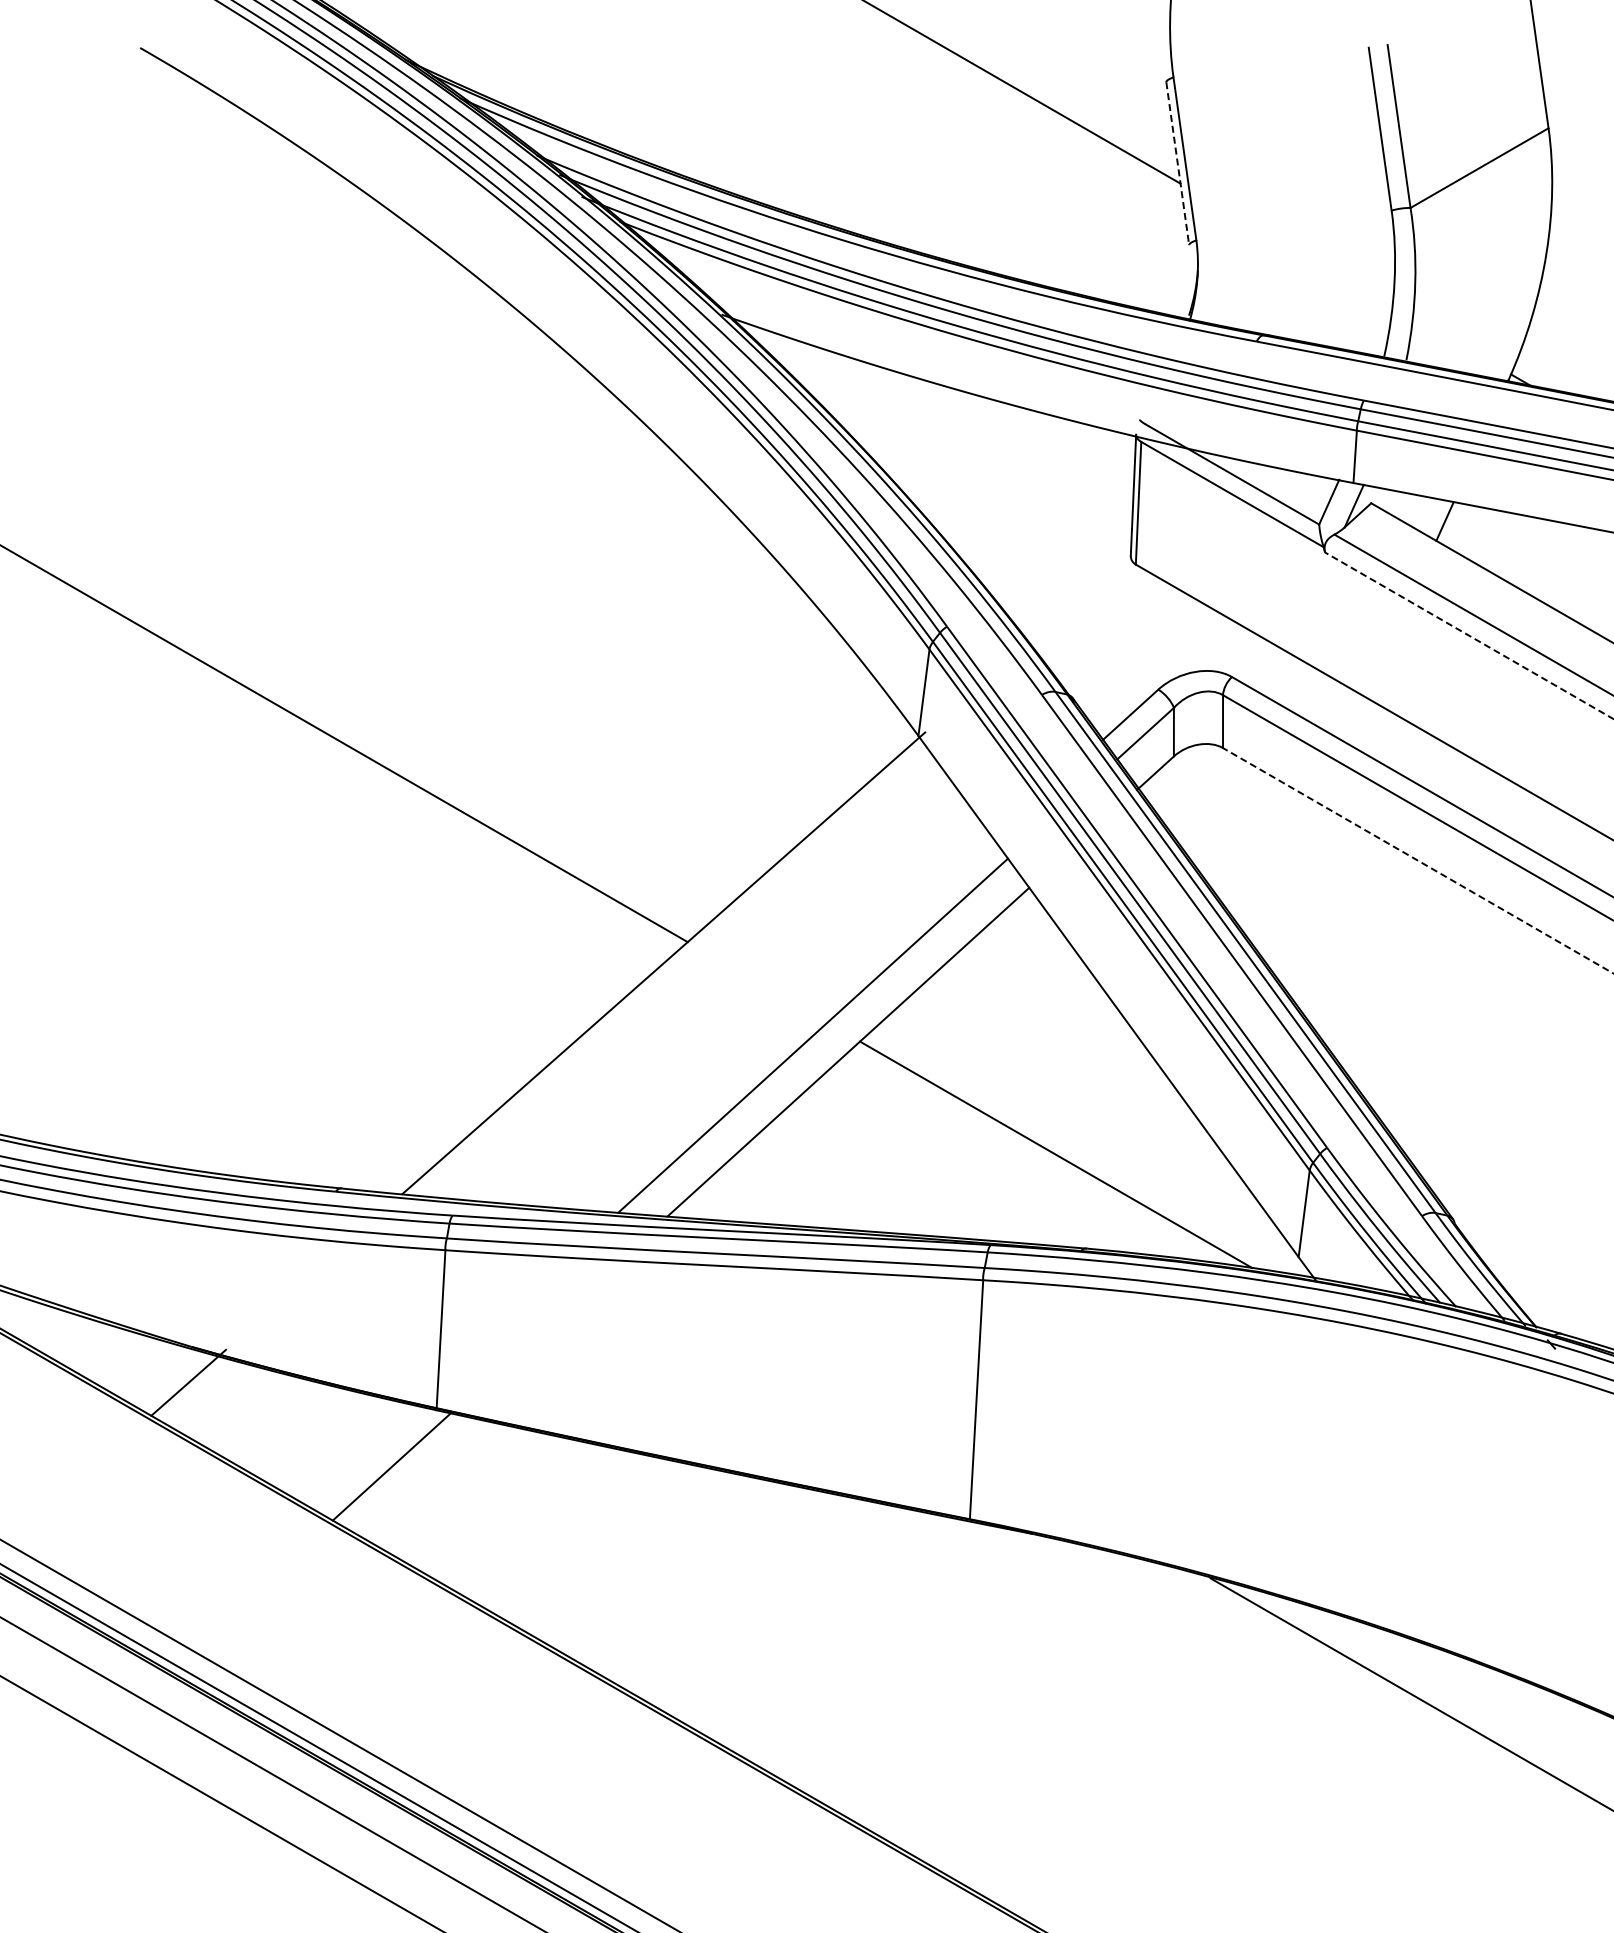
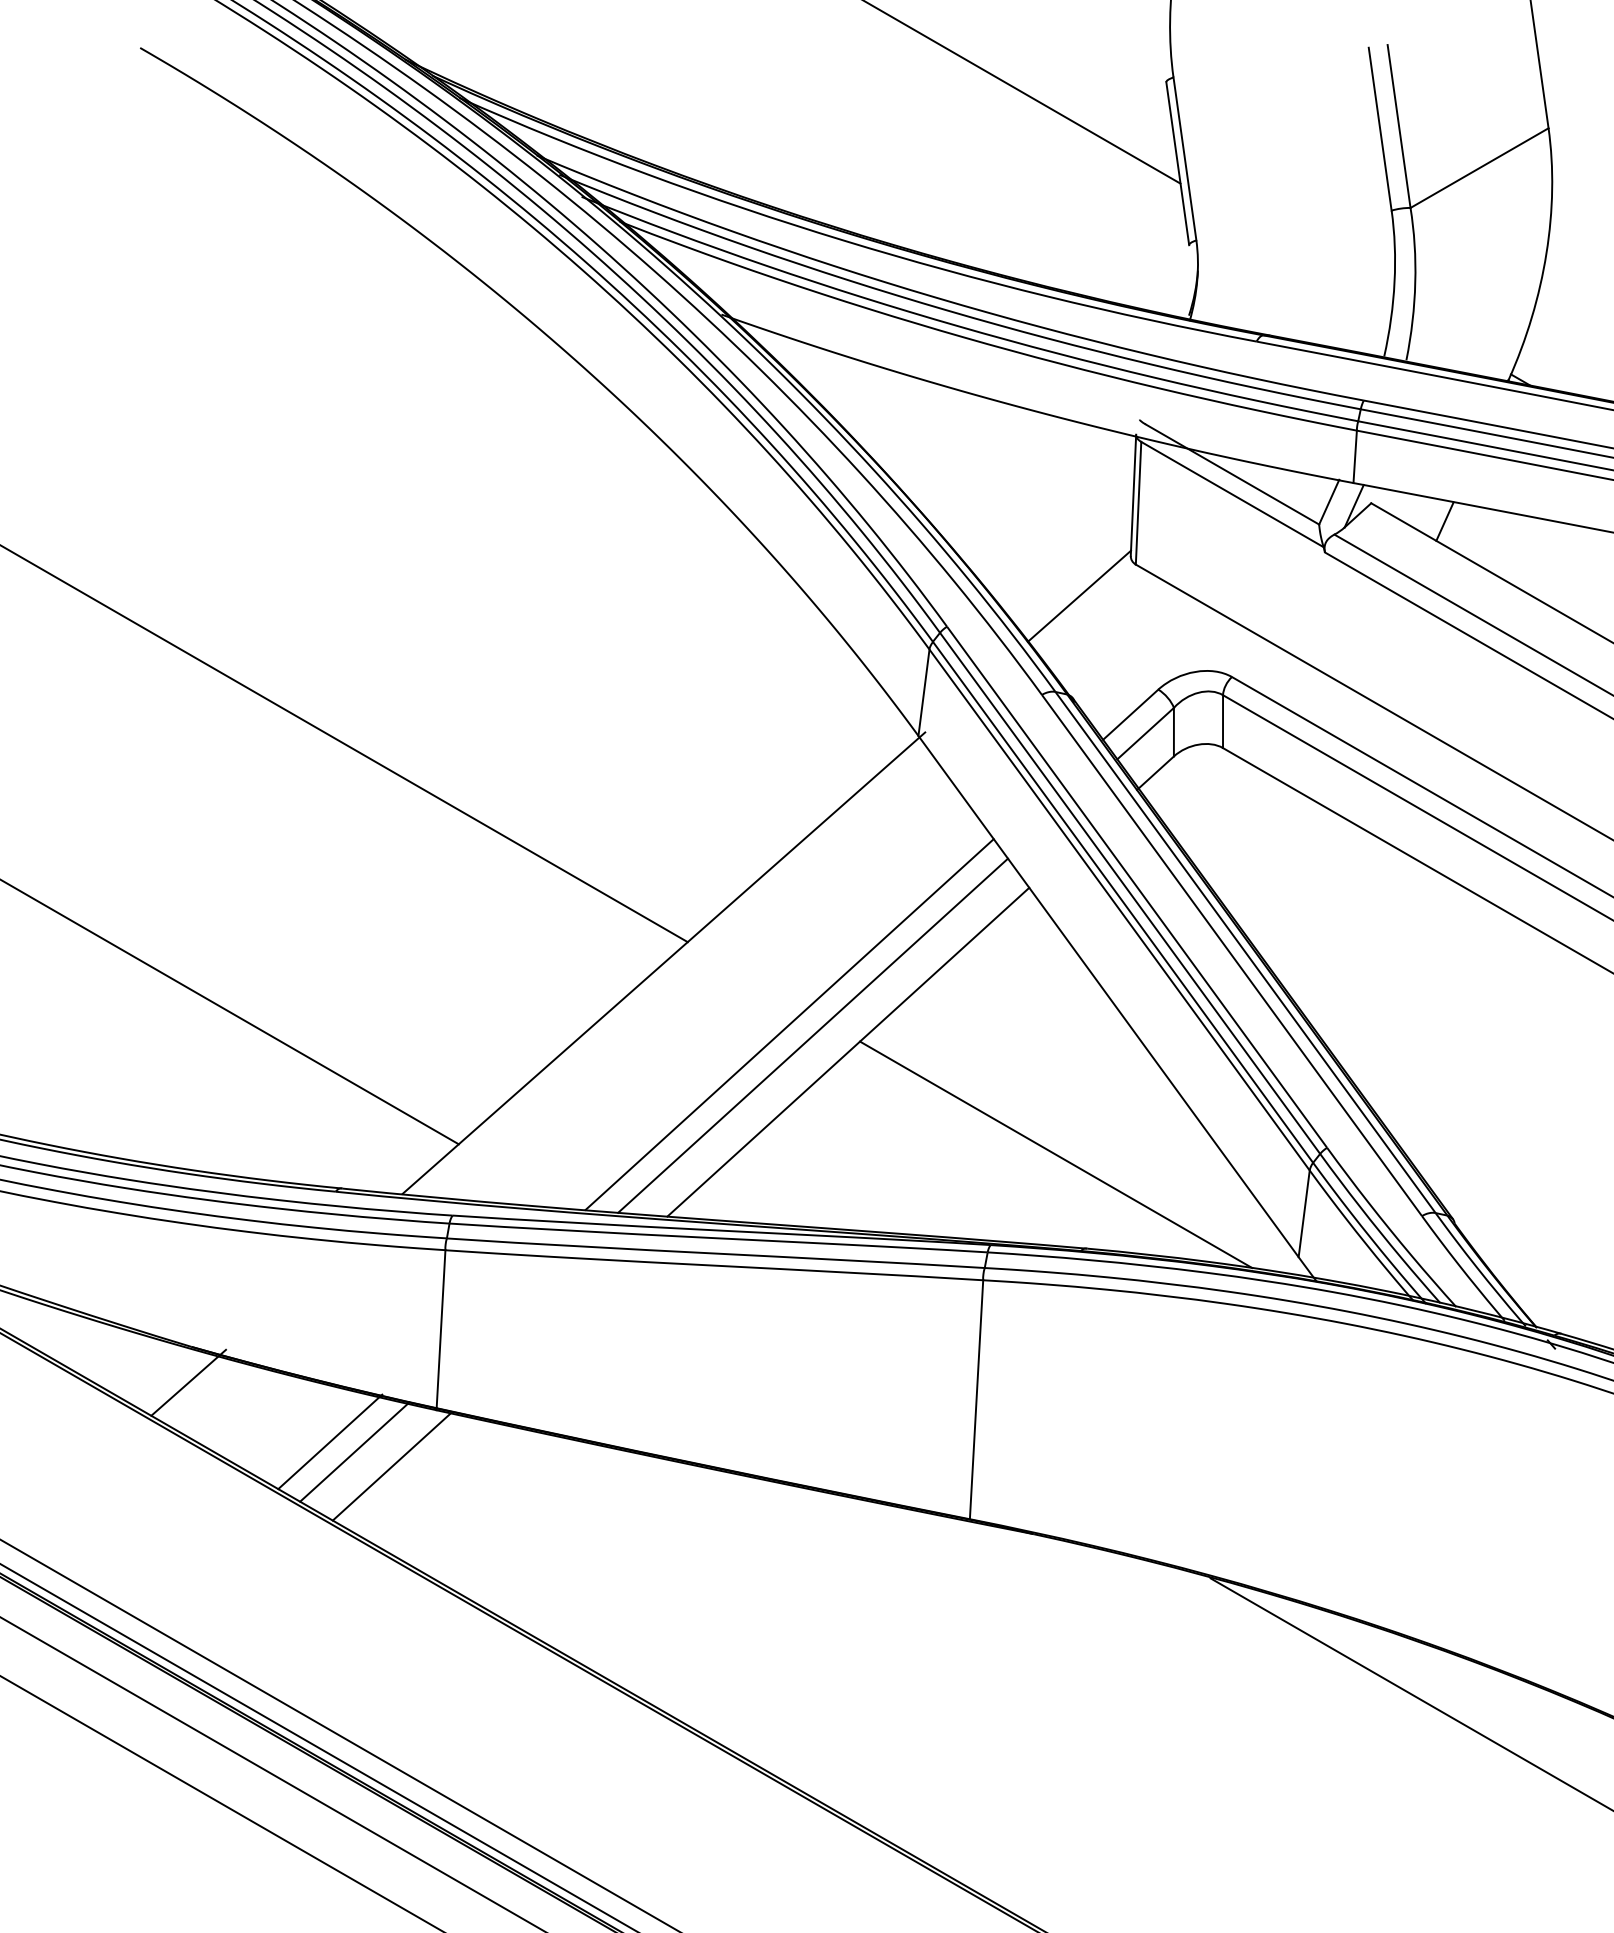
line at (1177, 164): dashed -> solid
line at (1079, 595): none -> present
line at (1468, 635): dashed -> solid
line at (1417, 860): dashed -> solid
line at (230, 1012): none -> present
line at (789, 1024): none -> present
line at (330, 1441): none -> present
line at (354, 1451): none -> present
